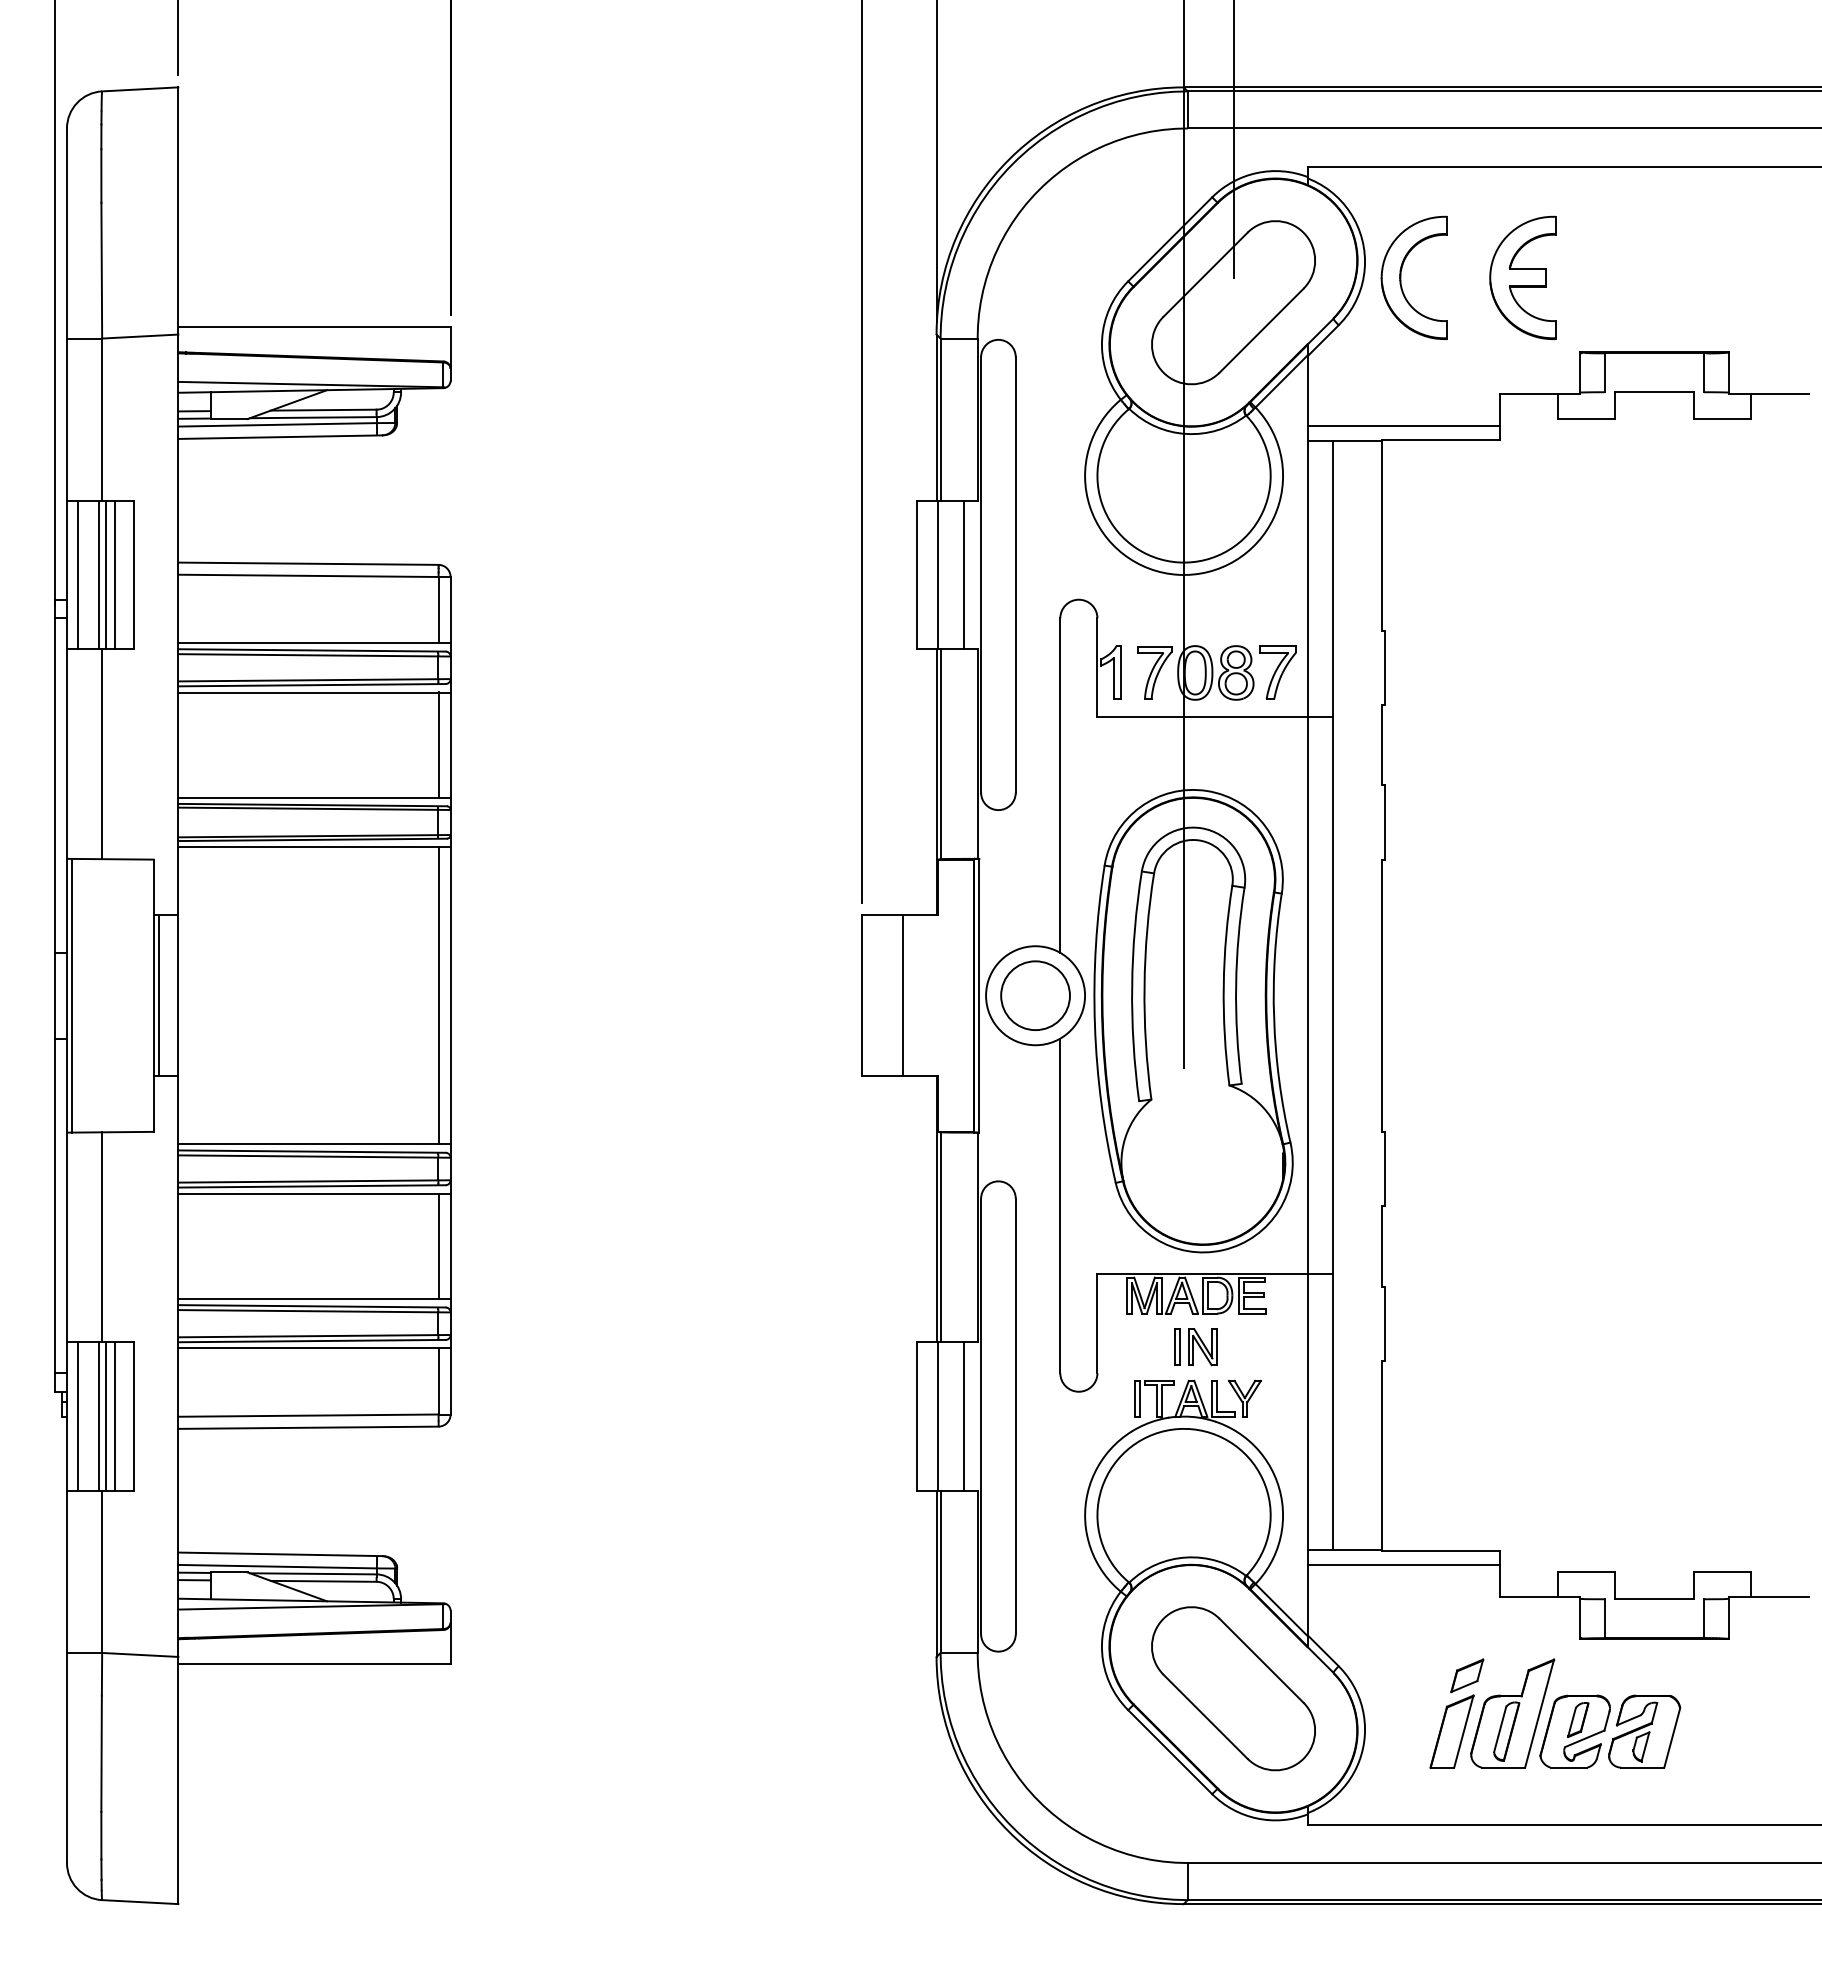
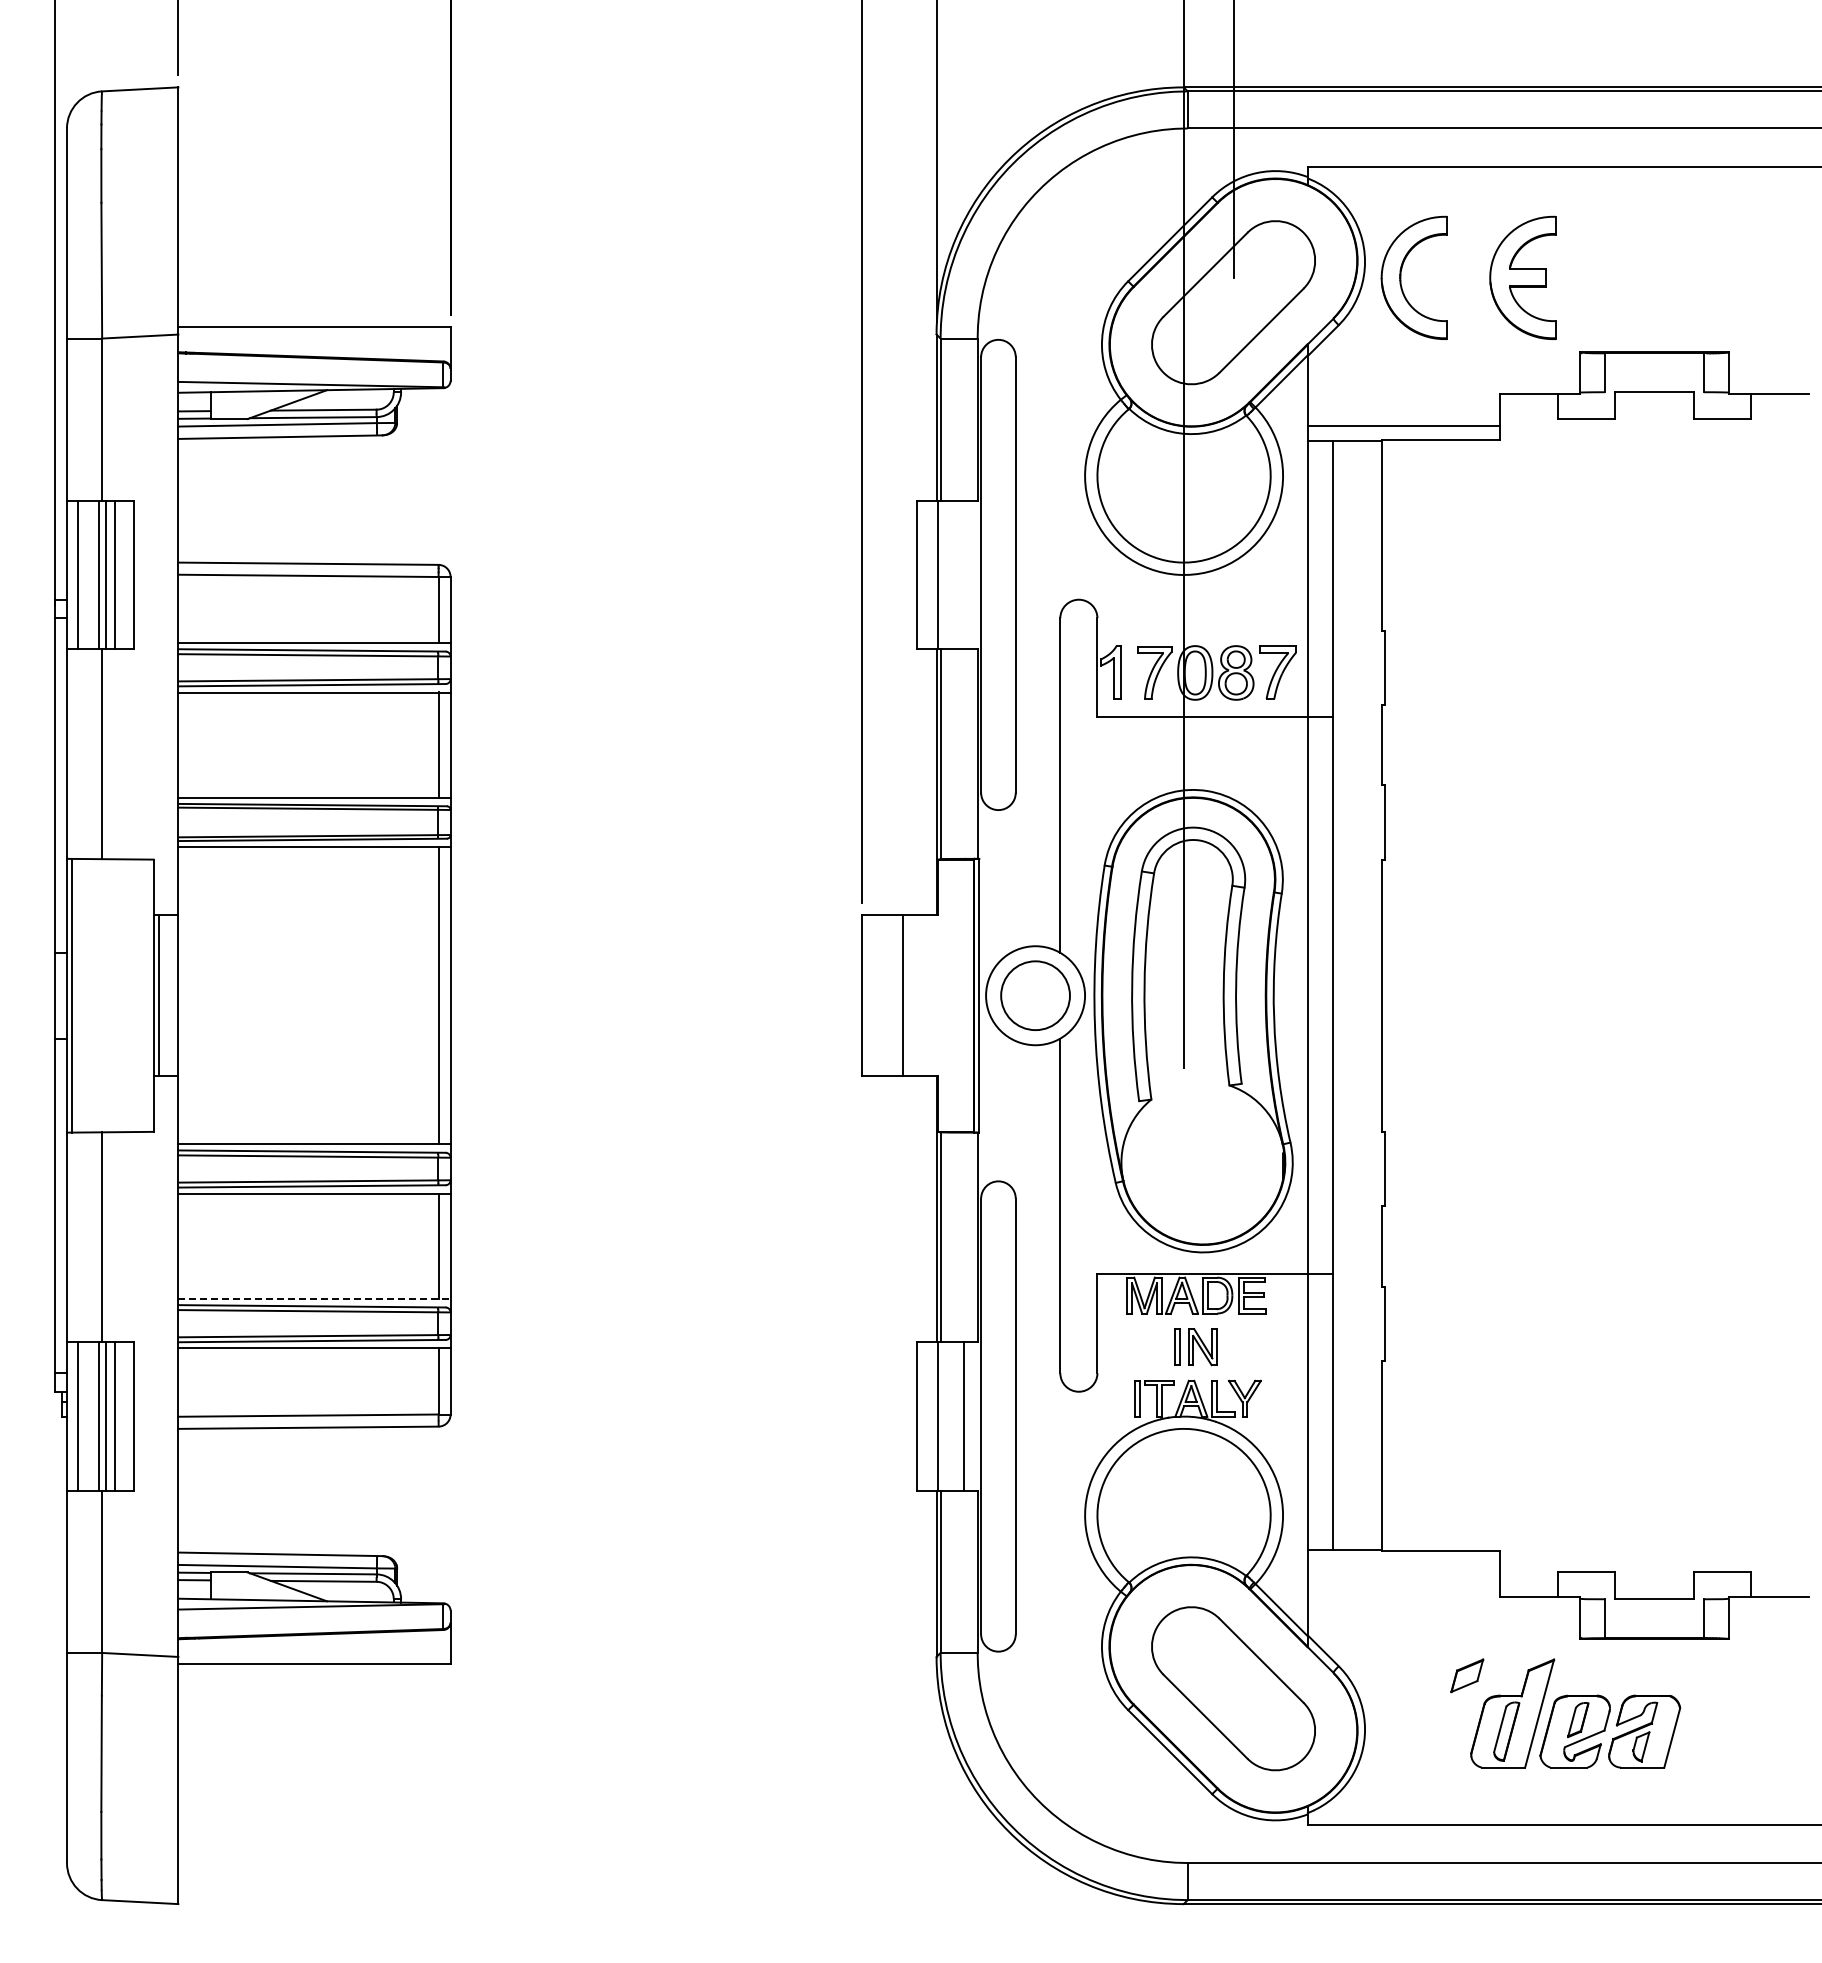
line at (964, 574): present -> none
line at (314, 1298): solid -> dashed
line at (1403, 1565): present -> none
part at (1451, 1731): present -> none
